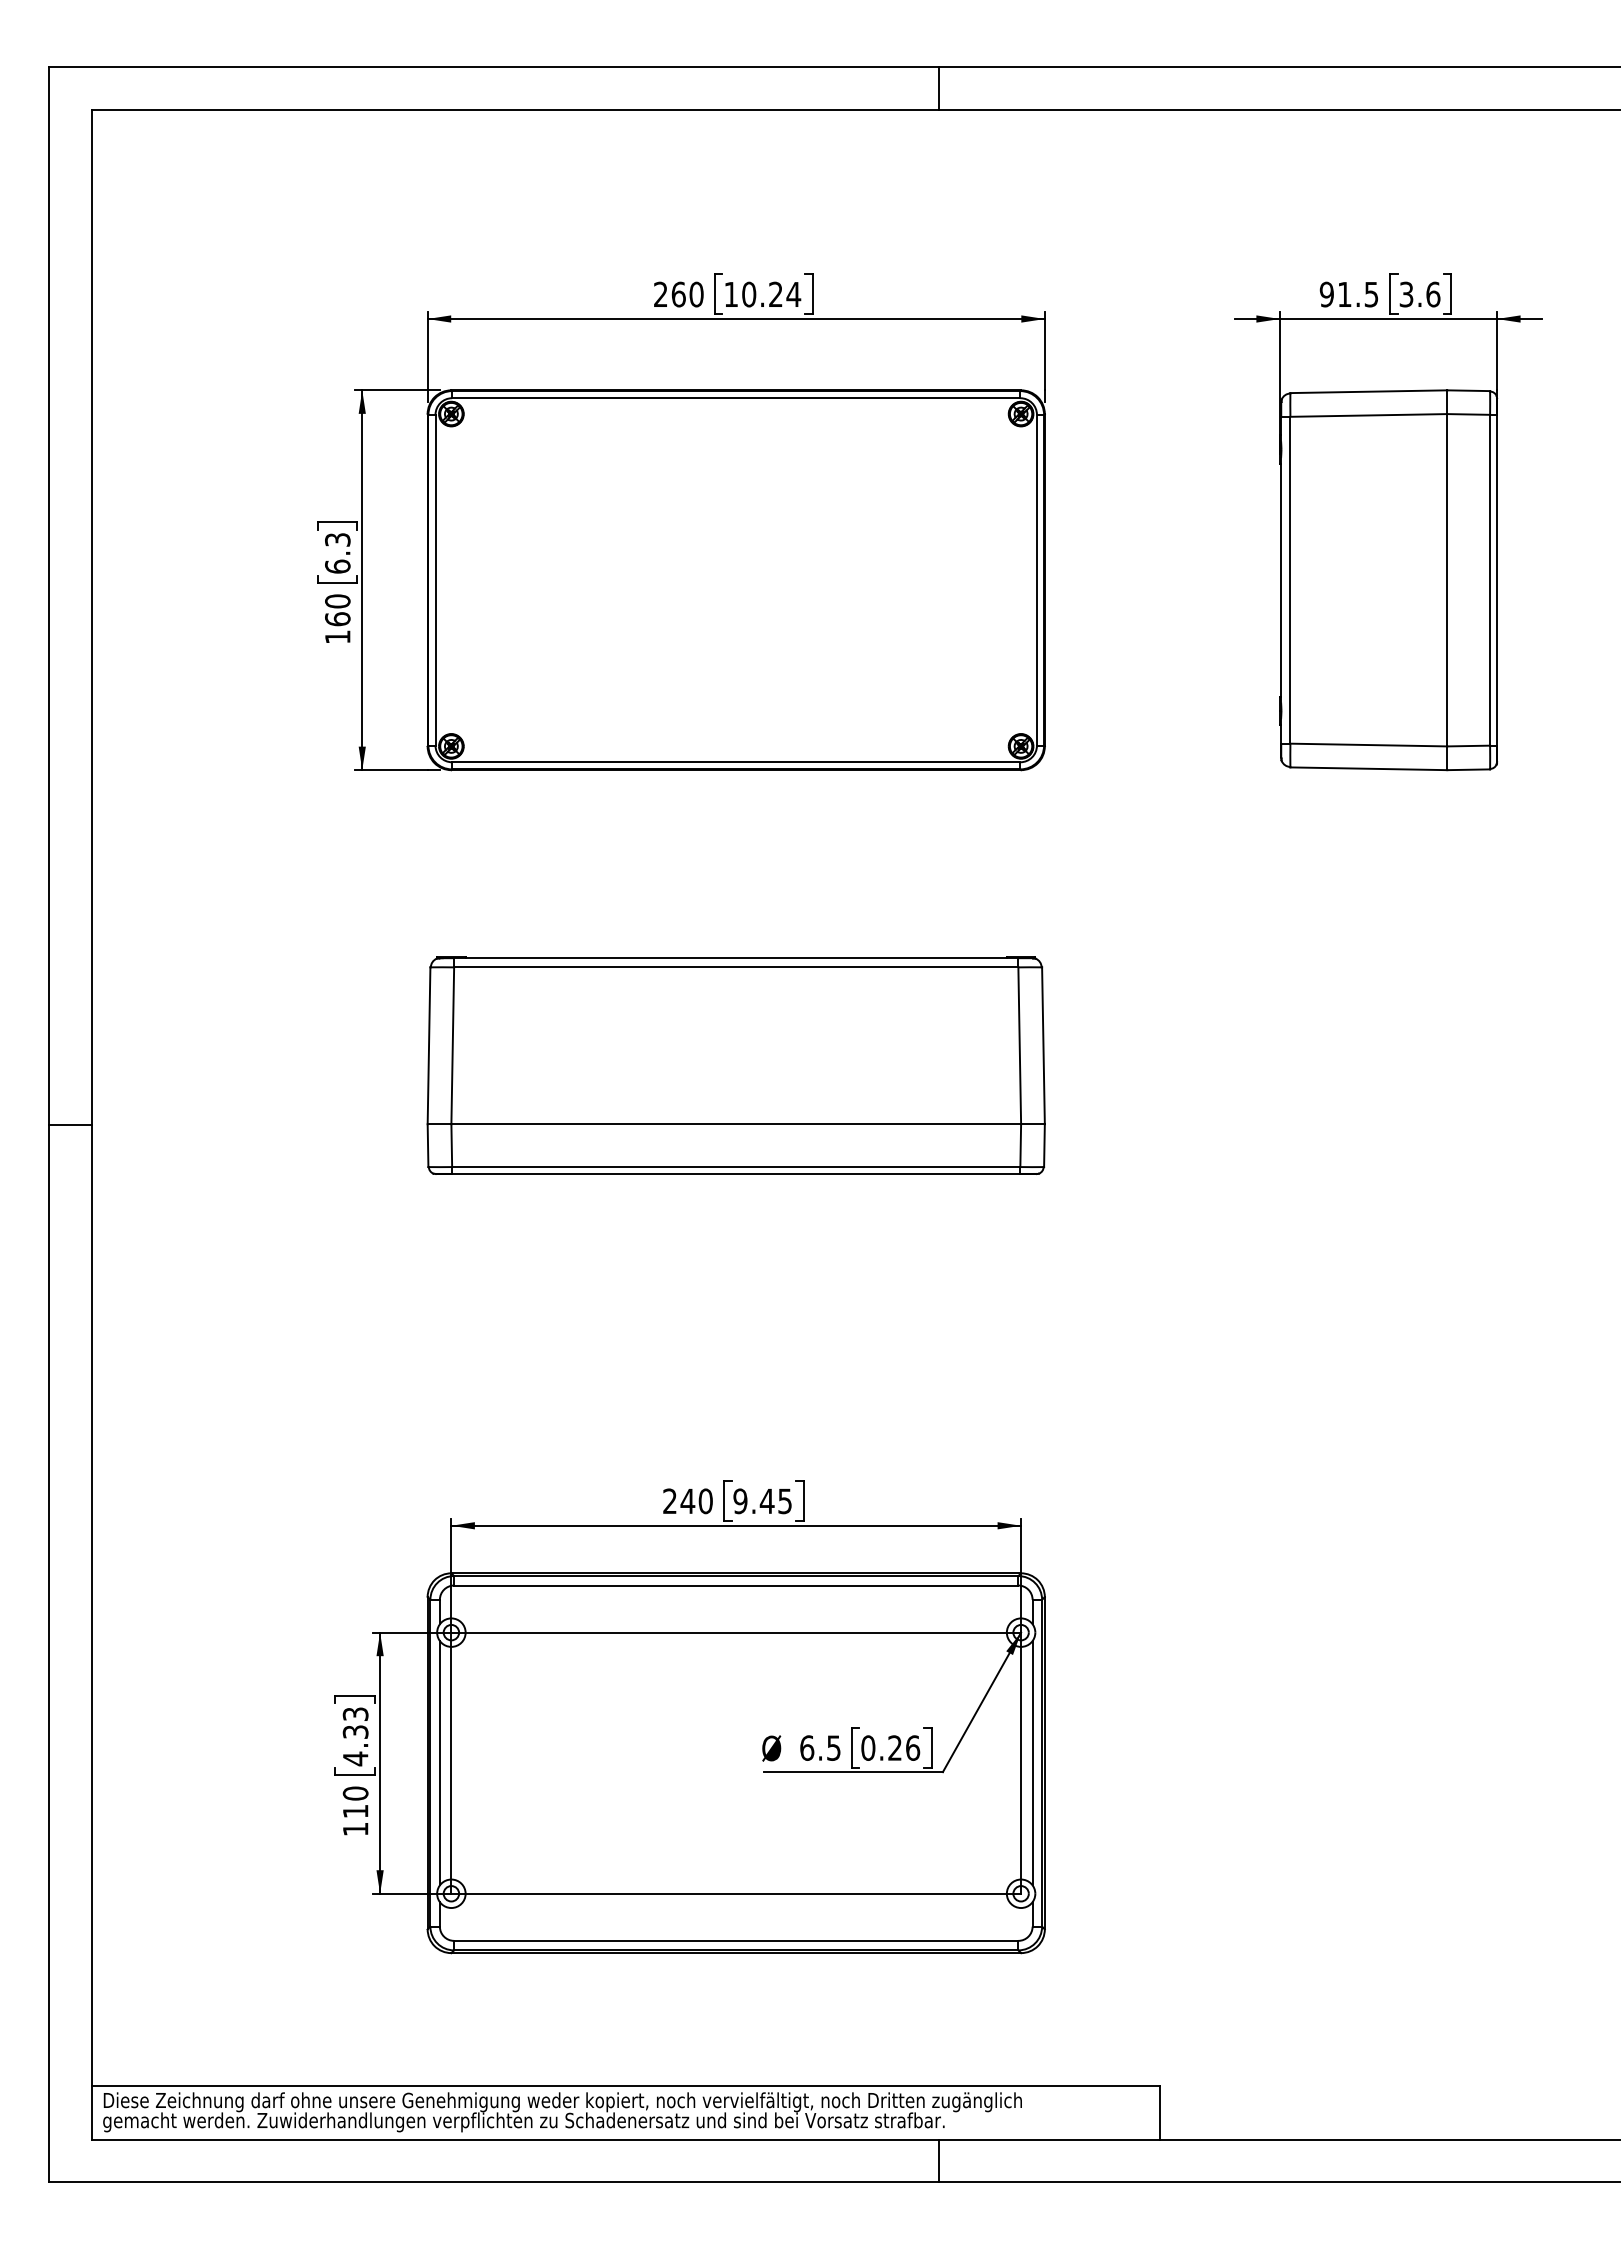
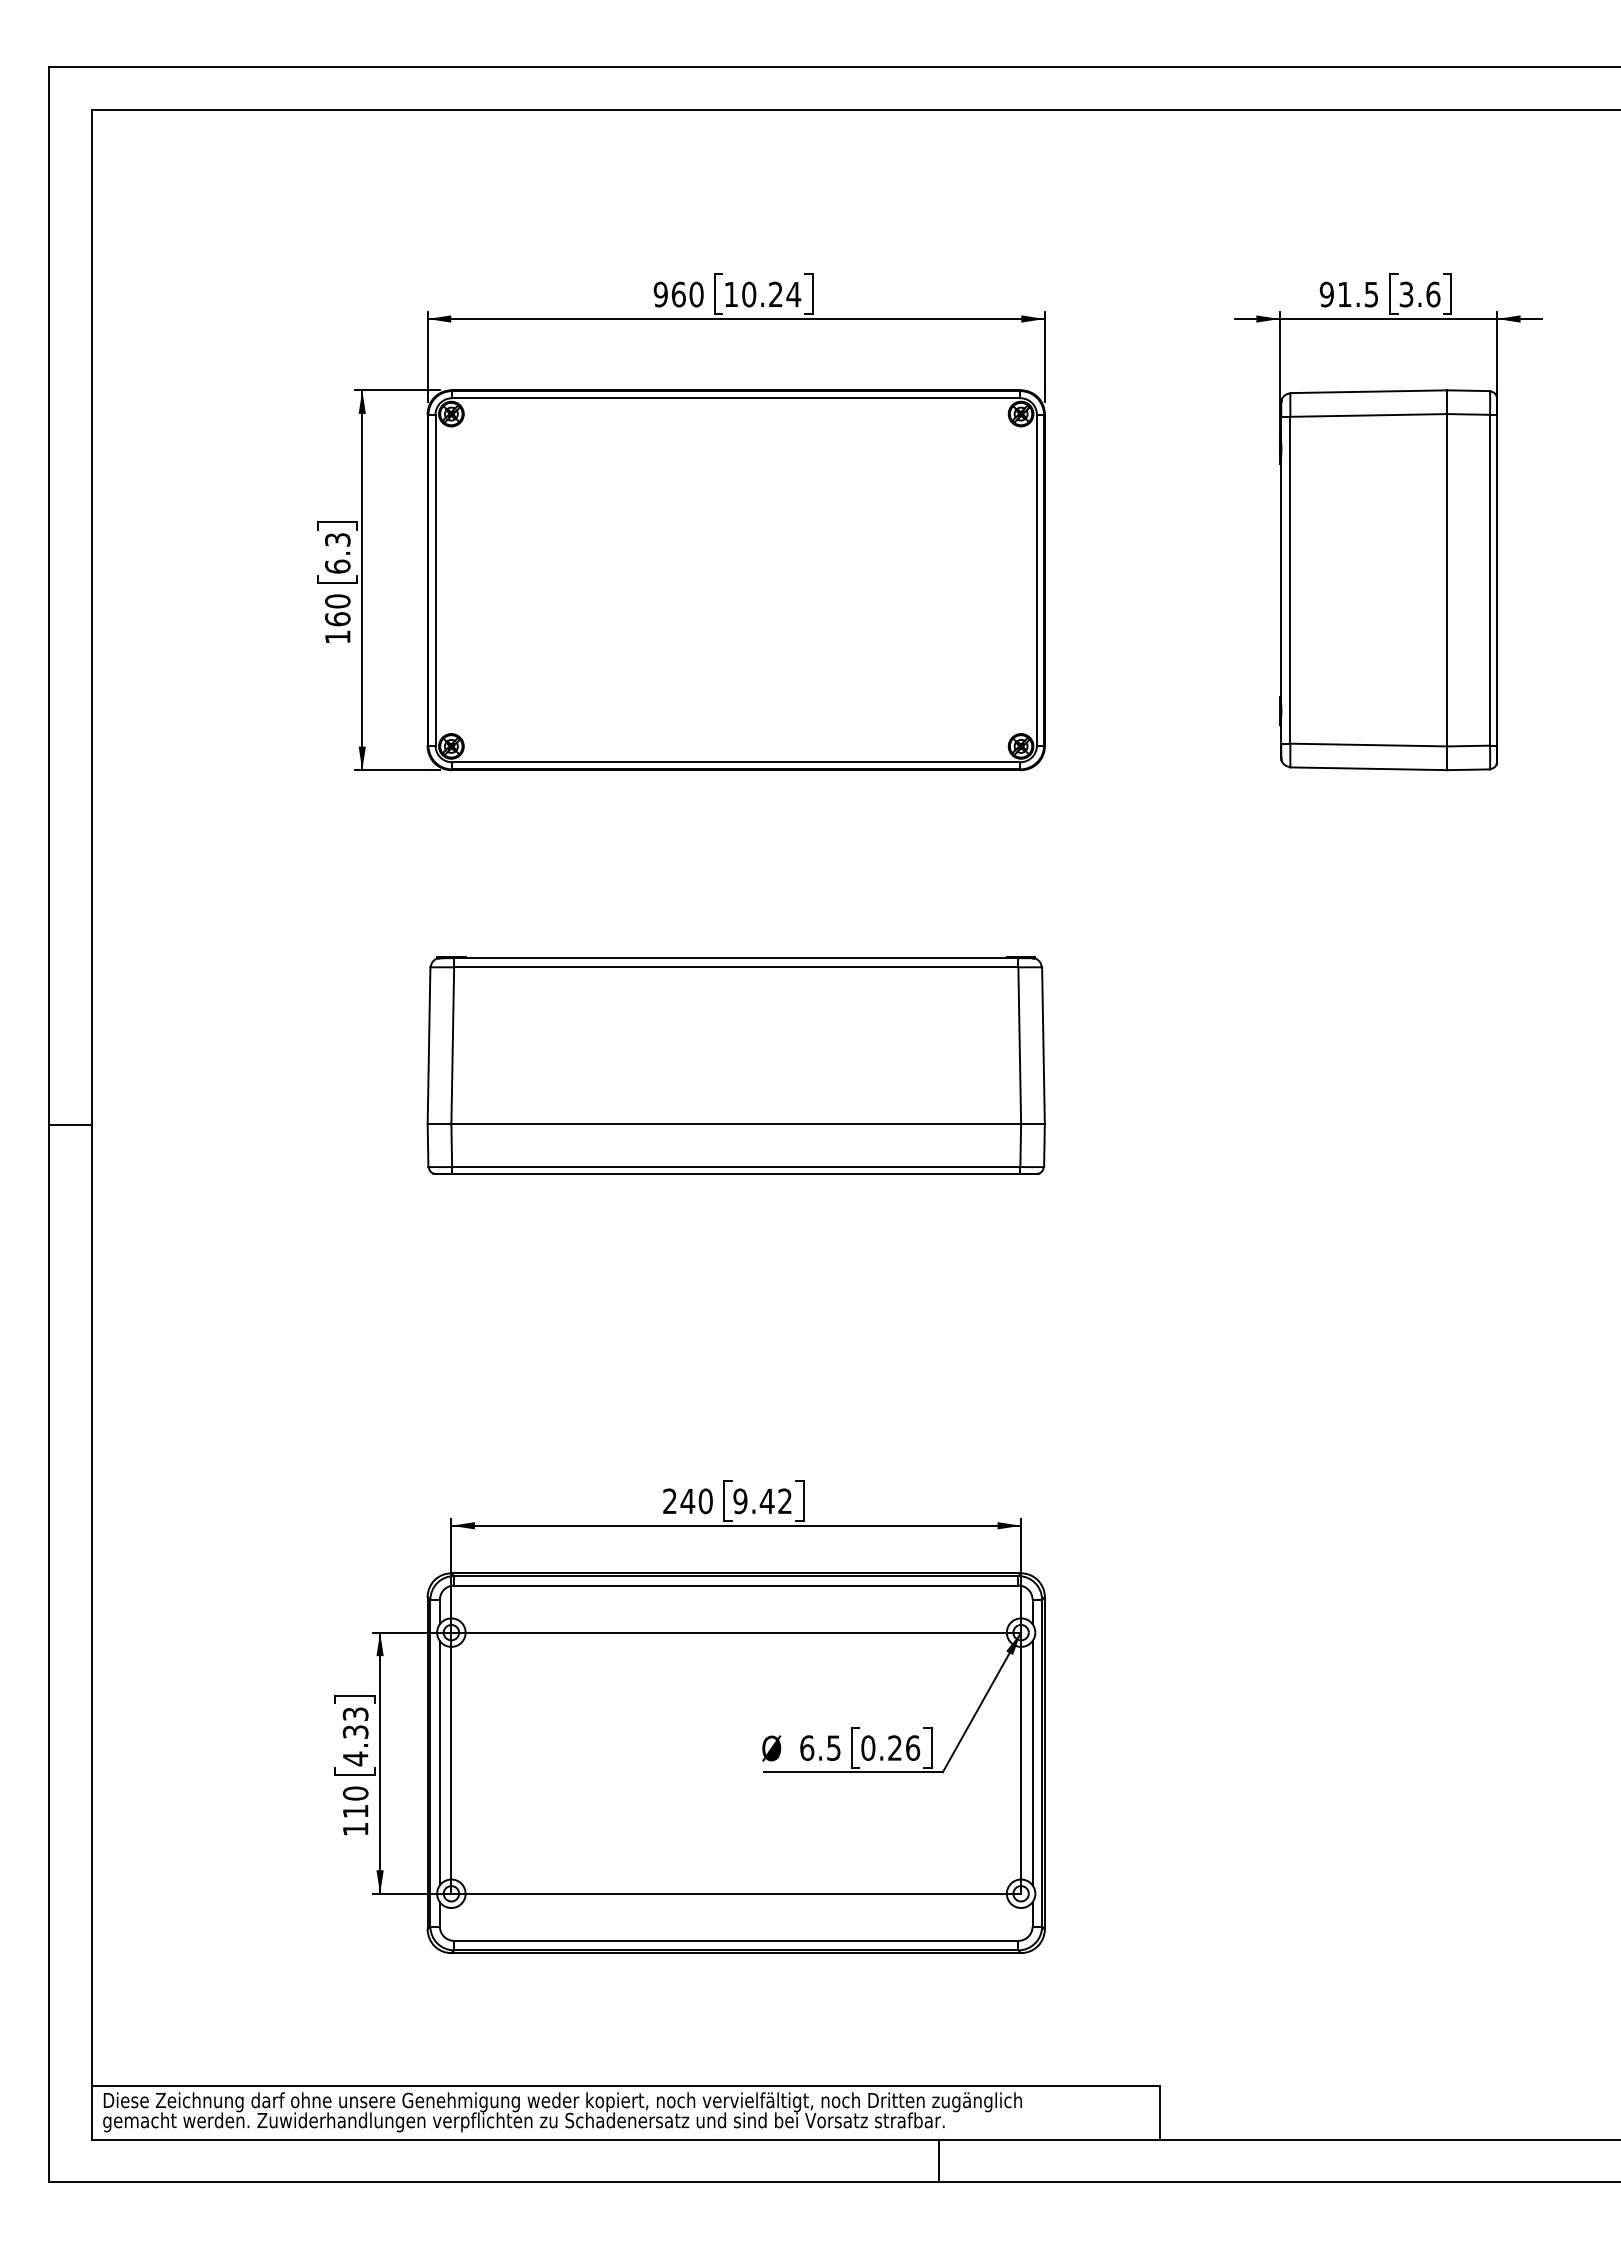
line at (938, 88): present -> none
text at (660, 294): 260 -> 960
text at (784, 1501): 9.45 -> 9.42
